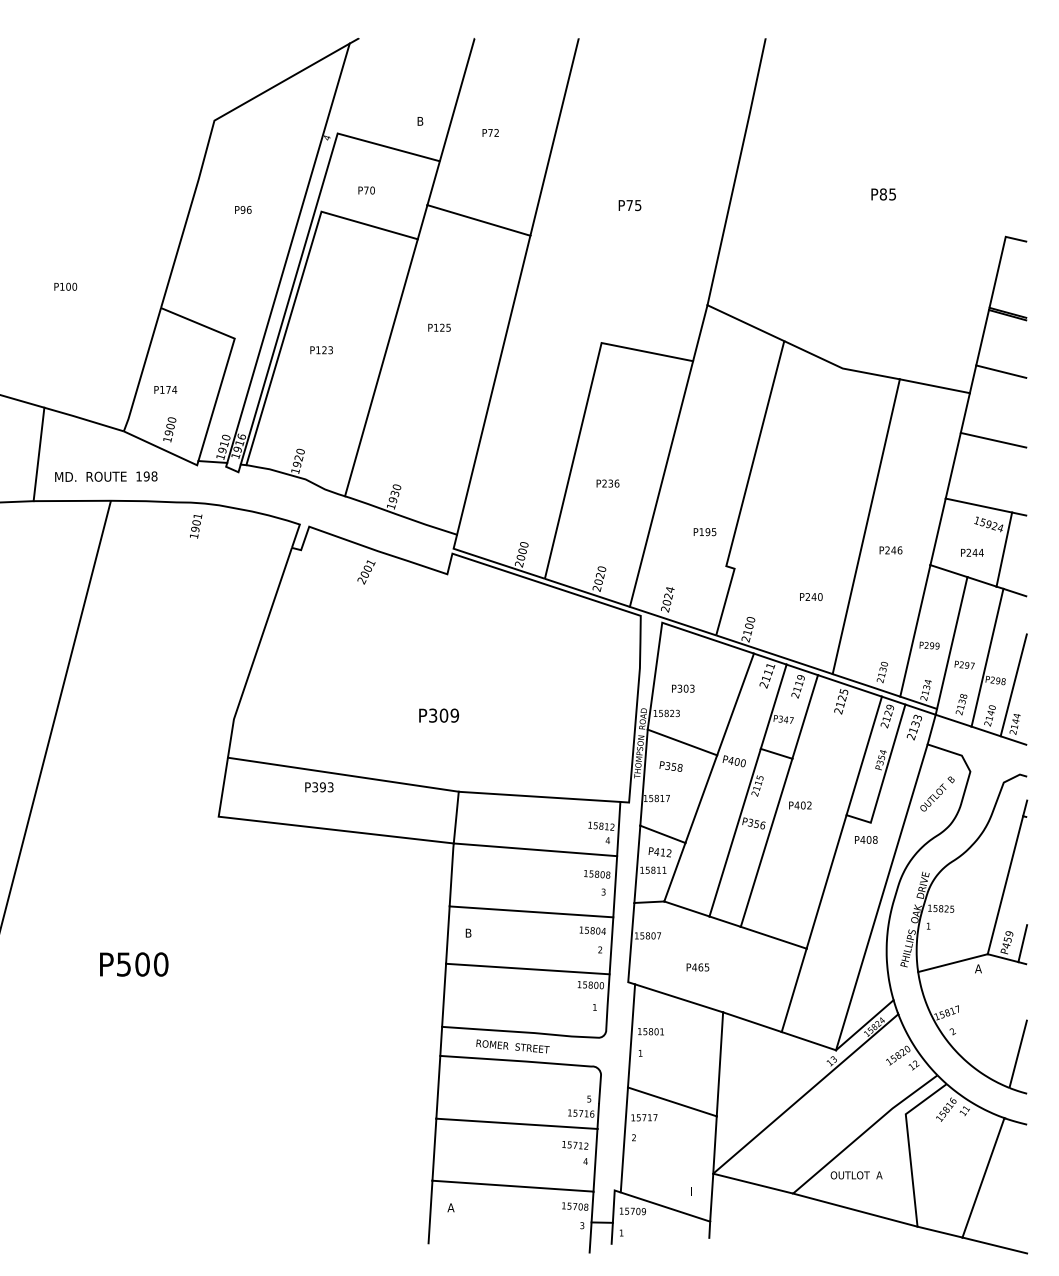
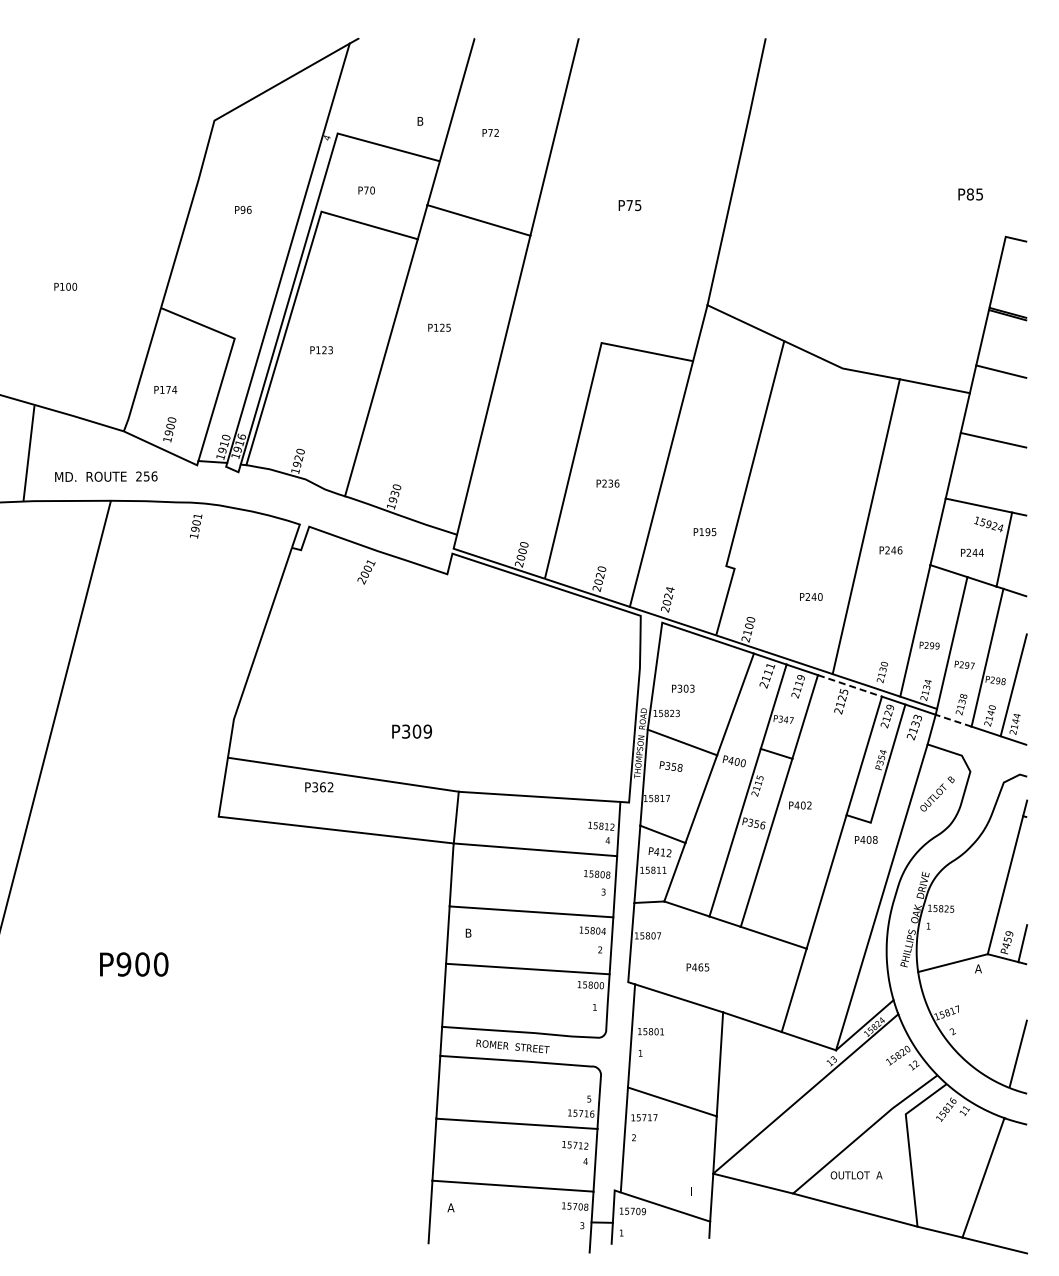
text at (883, 194) position: (883, 194) -> (970, 194)
line at (38, 454) position: (38, 454) -> (28, 453)
text at (146, 476): 198 -> 256
line at (849, 685): solid -> dashed
text at (438, 715) position: (438, 715) -> (411, 731)
line at (952, 720): solid -> dashed
text at (326, 787): P393 -> P362
text at (123, 964): P500 -> P900
